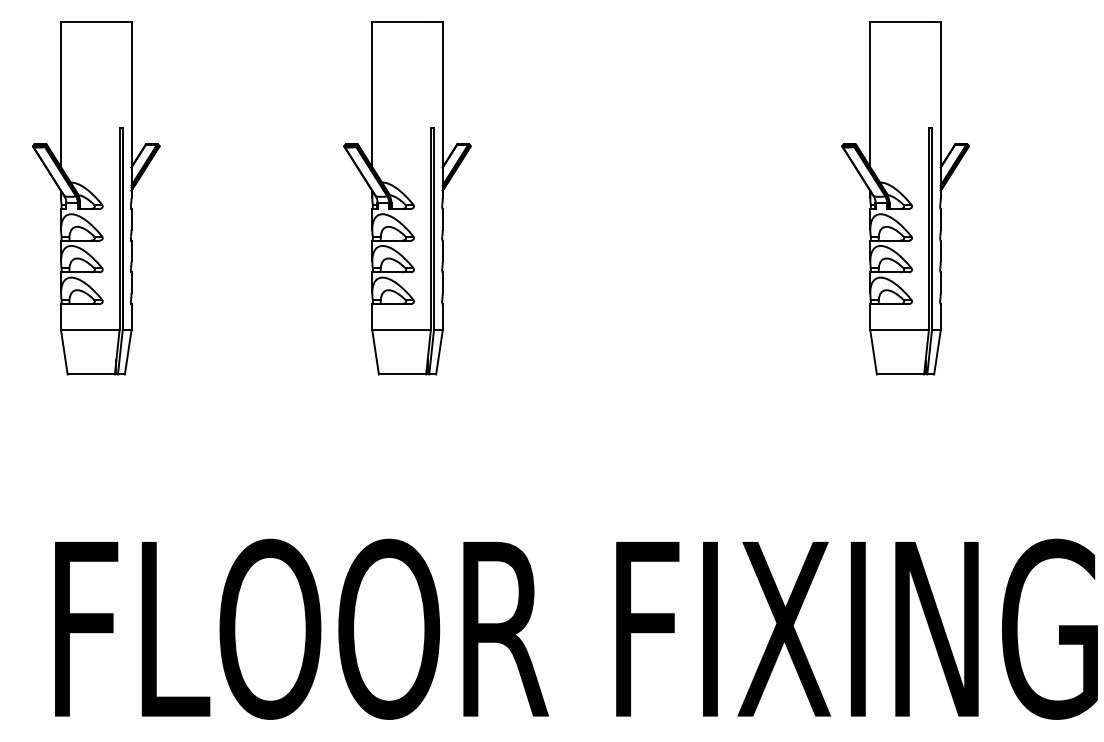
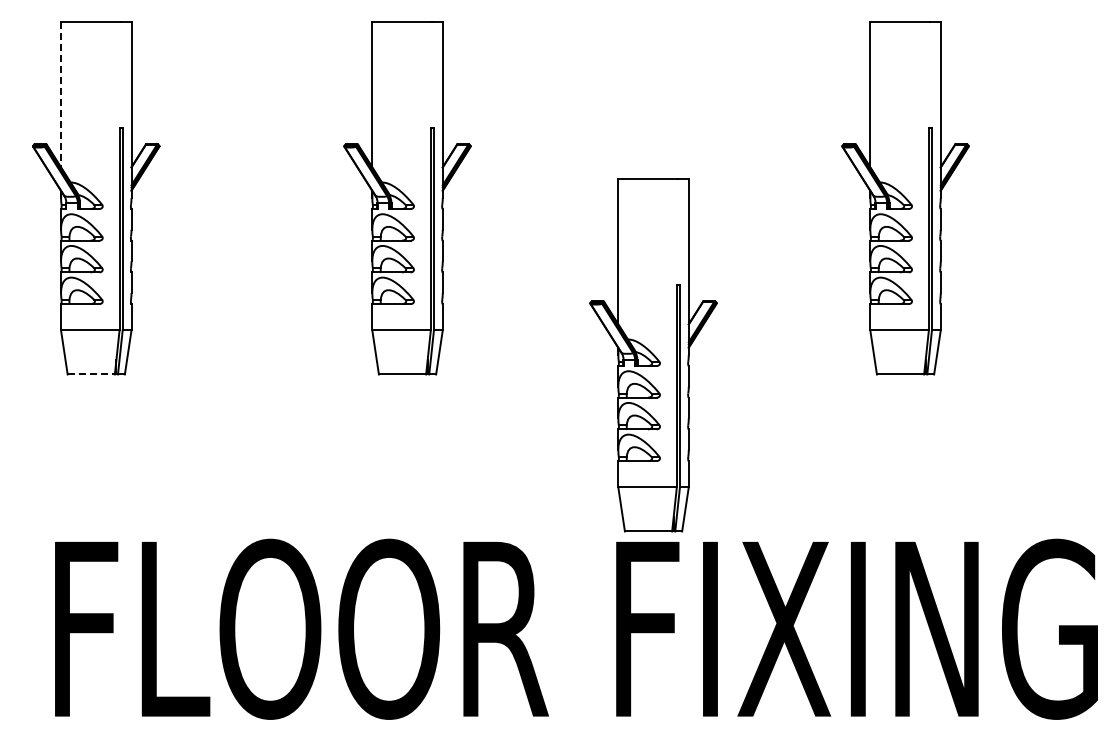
line at (61, 95): solid -> dashed
part at (653, 355): none -> present
line at (91, 374): solid -> dashed
